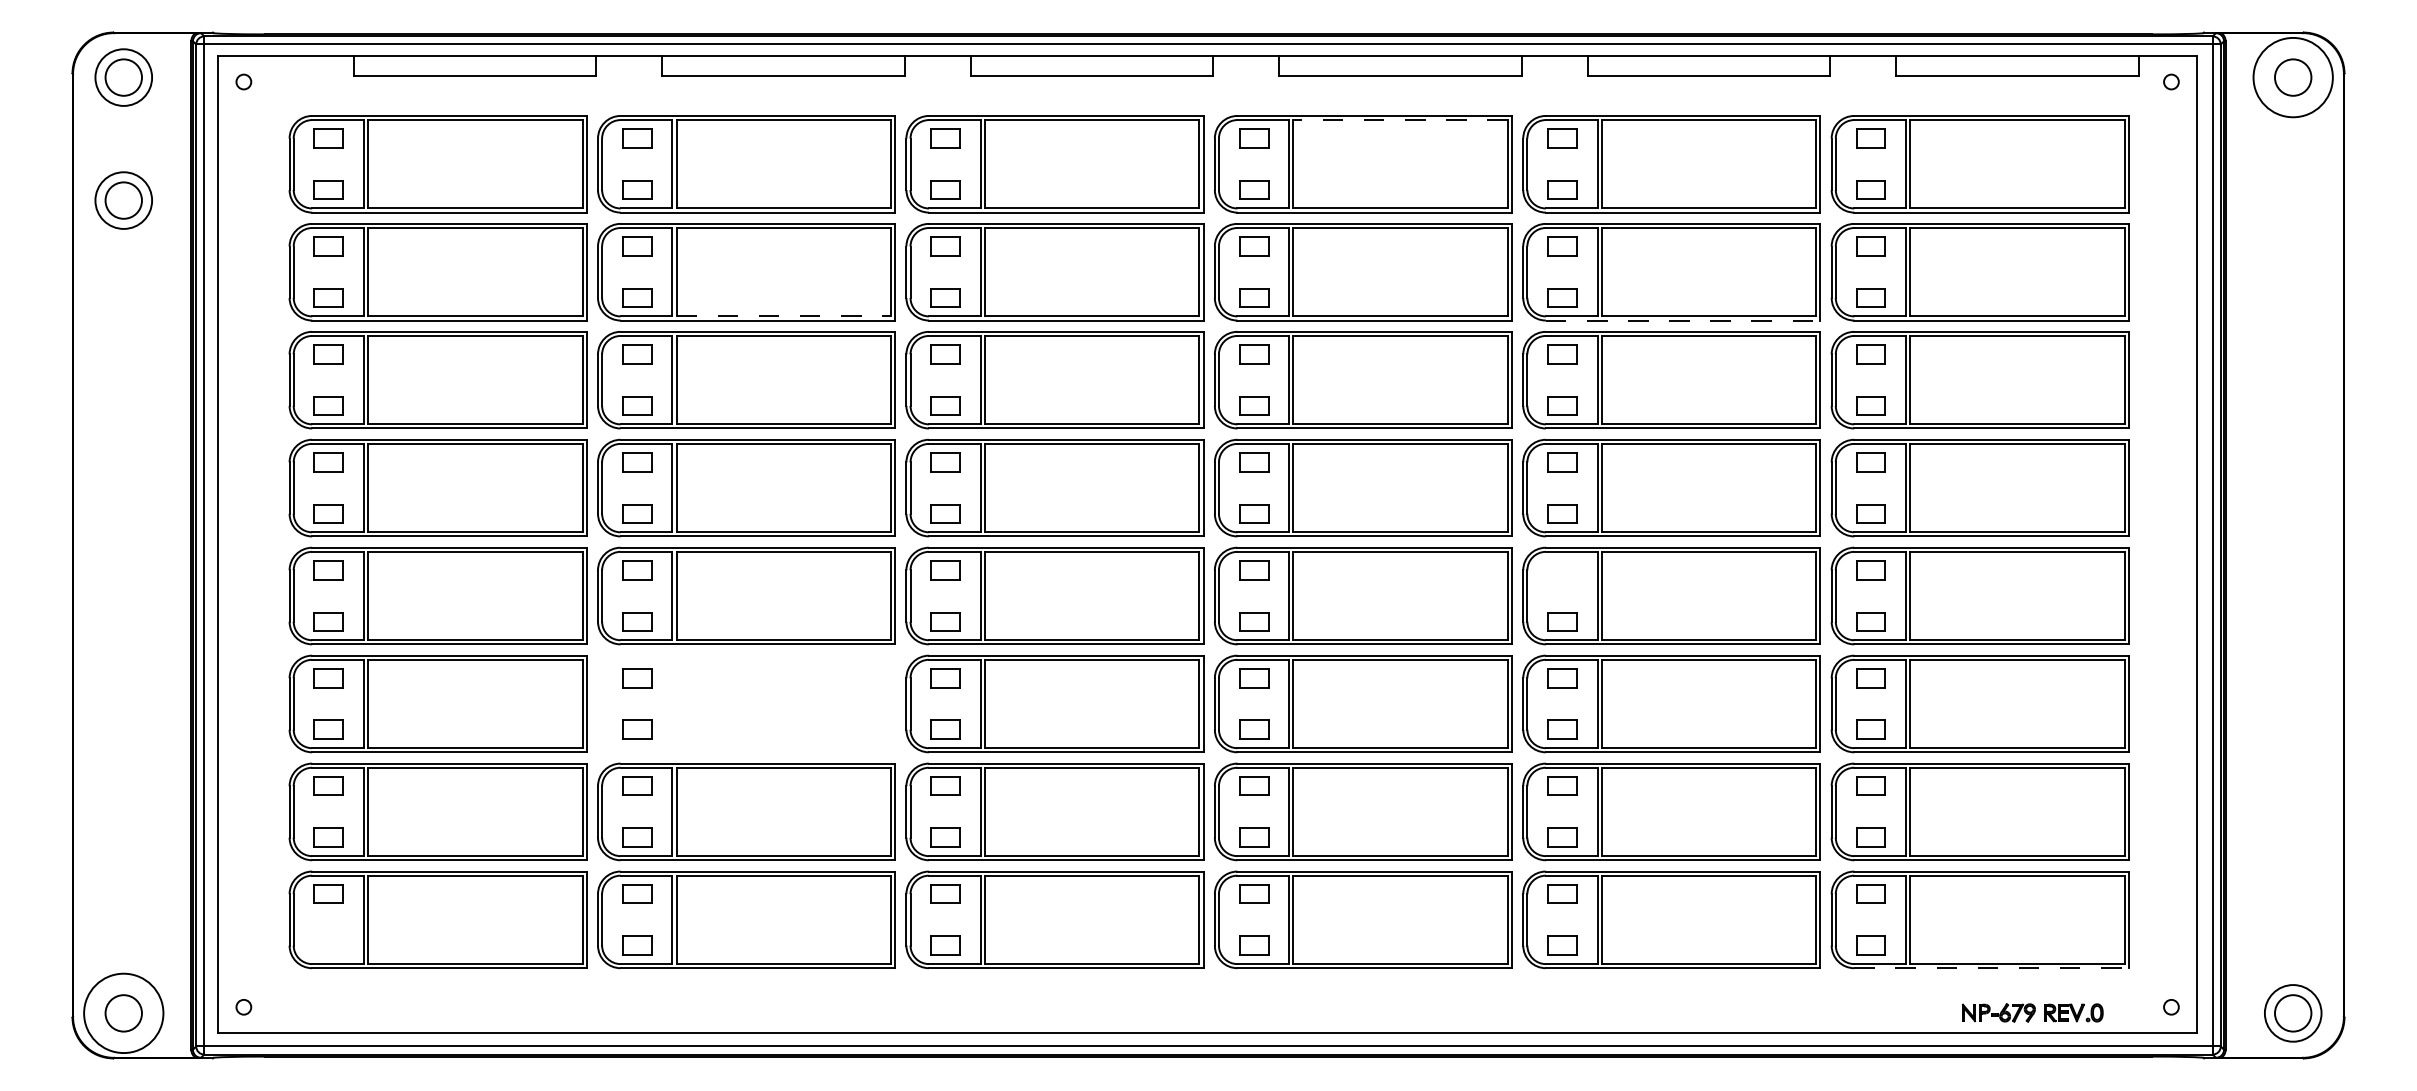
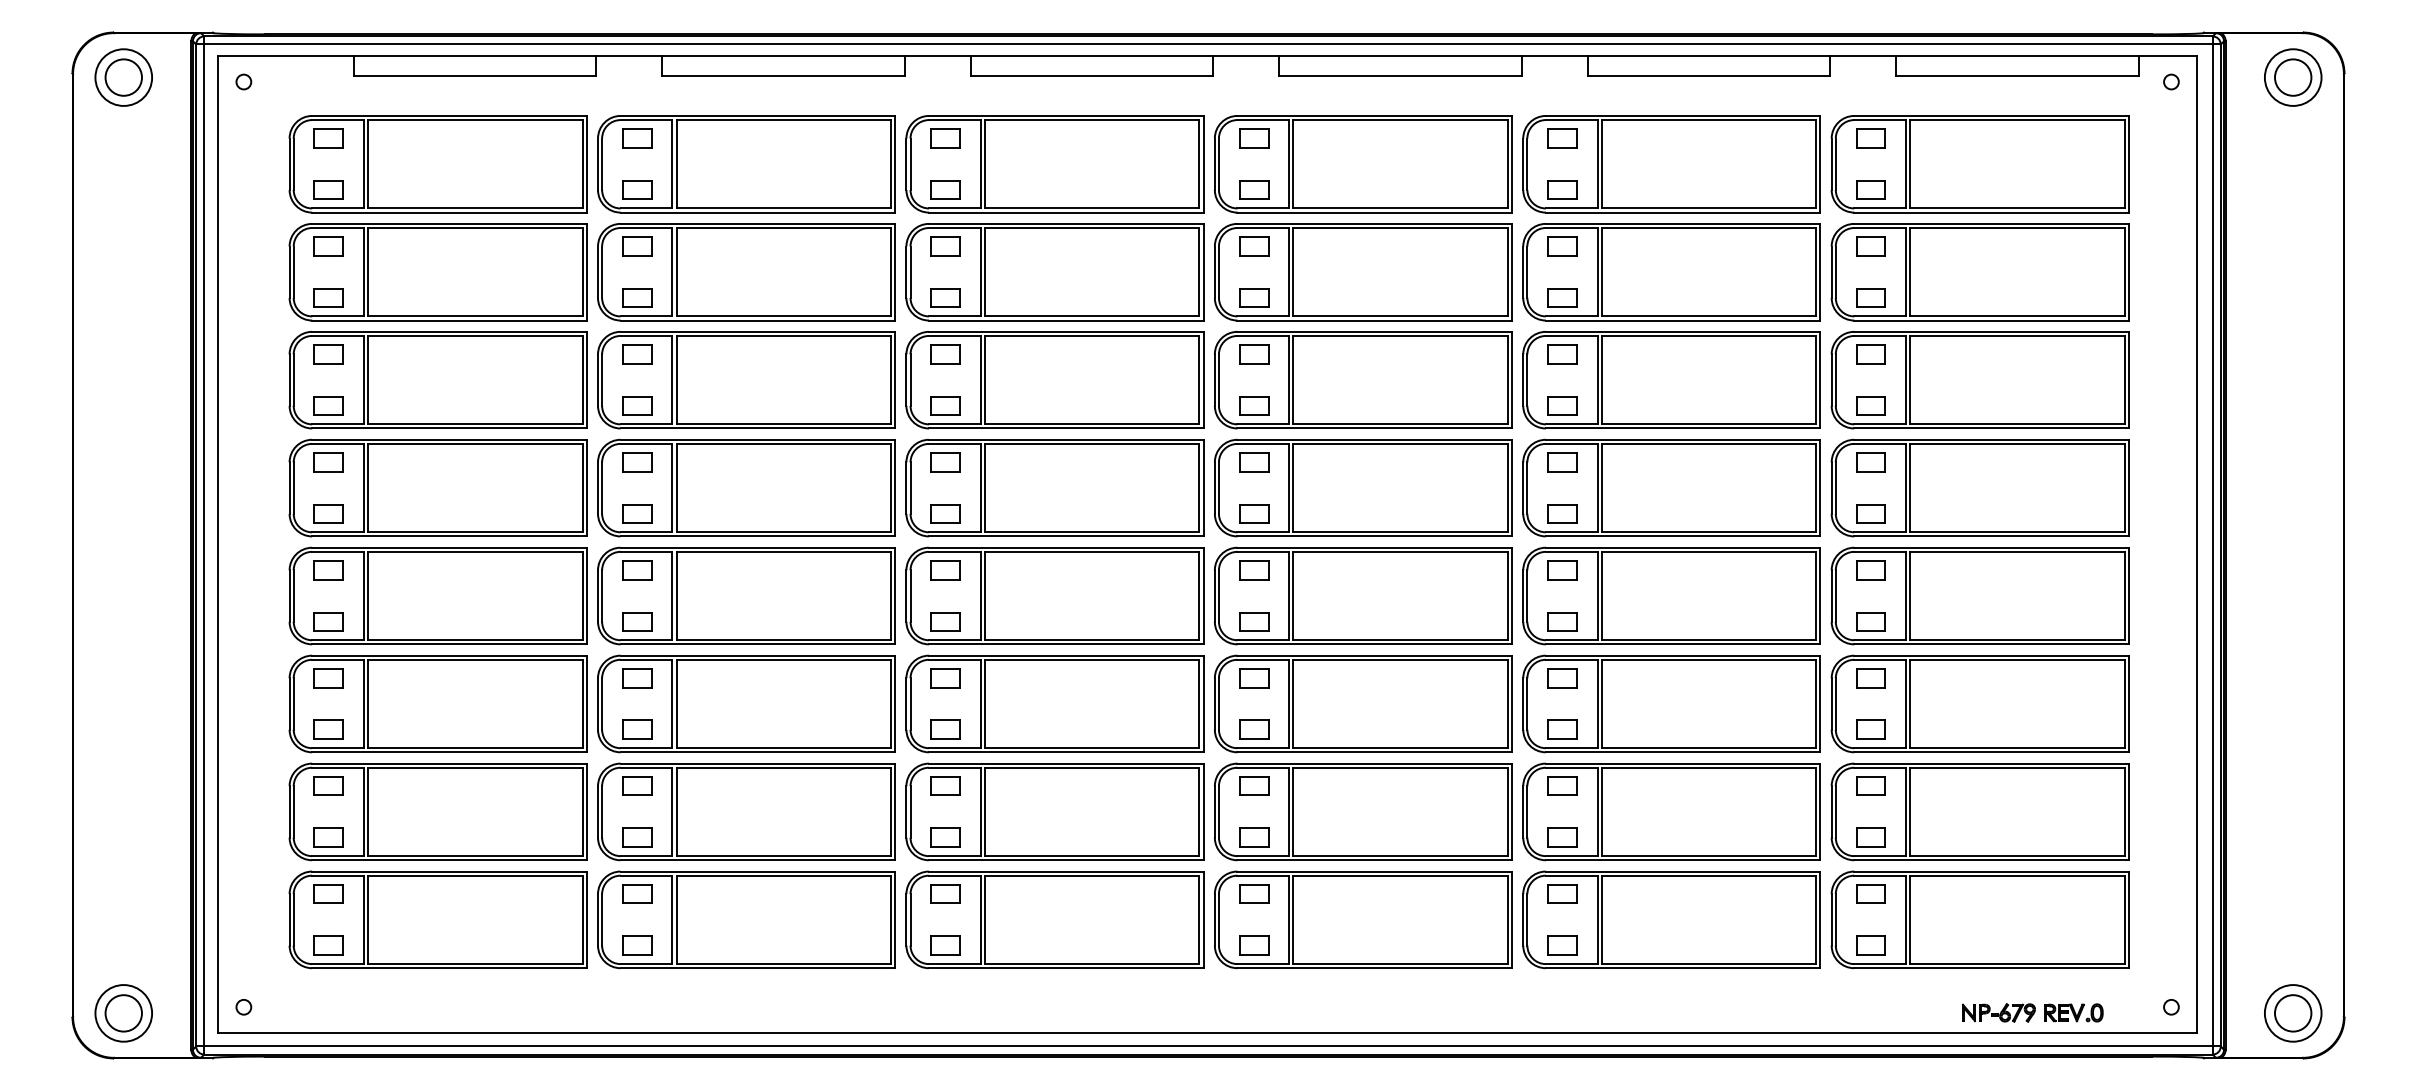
circle at (2292, 77) diameter: 79 px -> 57 px
line at (1400, 120): dashed -> solid
part at (123, 200): present -> none
line at (784, 316): dashed -> solid
line at (1683, 320): dashed -> solid
part at (1562, 570): none -> present
part at (746, 703): none -> present
part at (328, 945): none -> present
line at (1992, 968): dashed -> solid
circle at (123, 1013) diameter: 79 px -> 57 px
